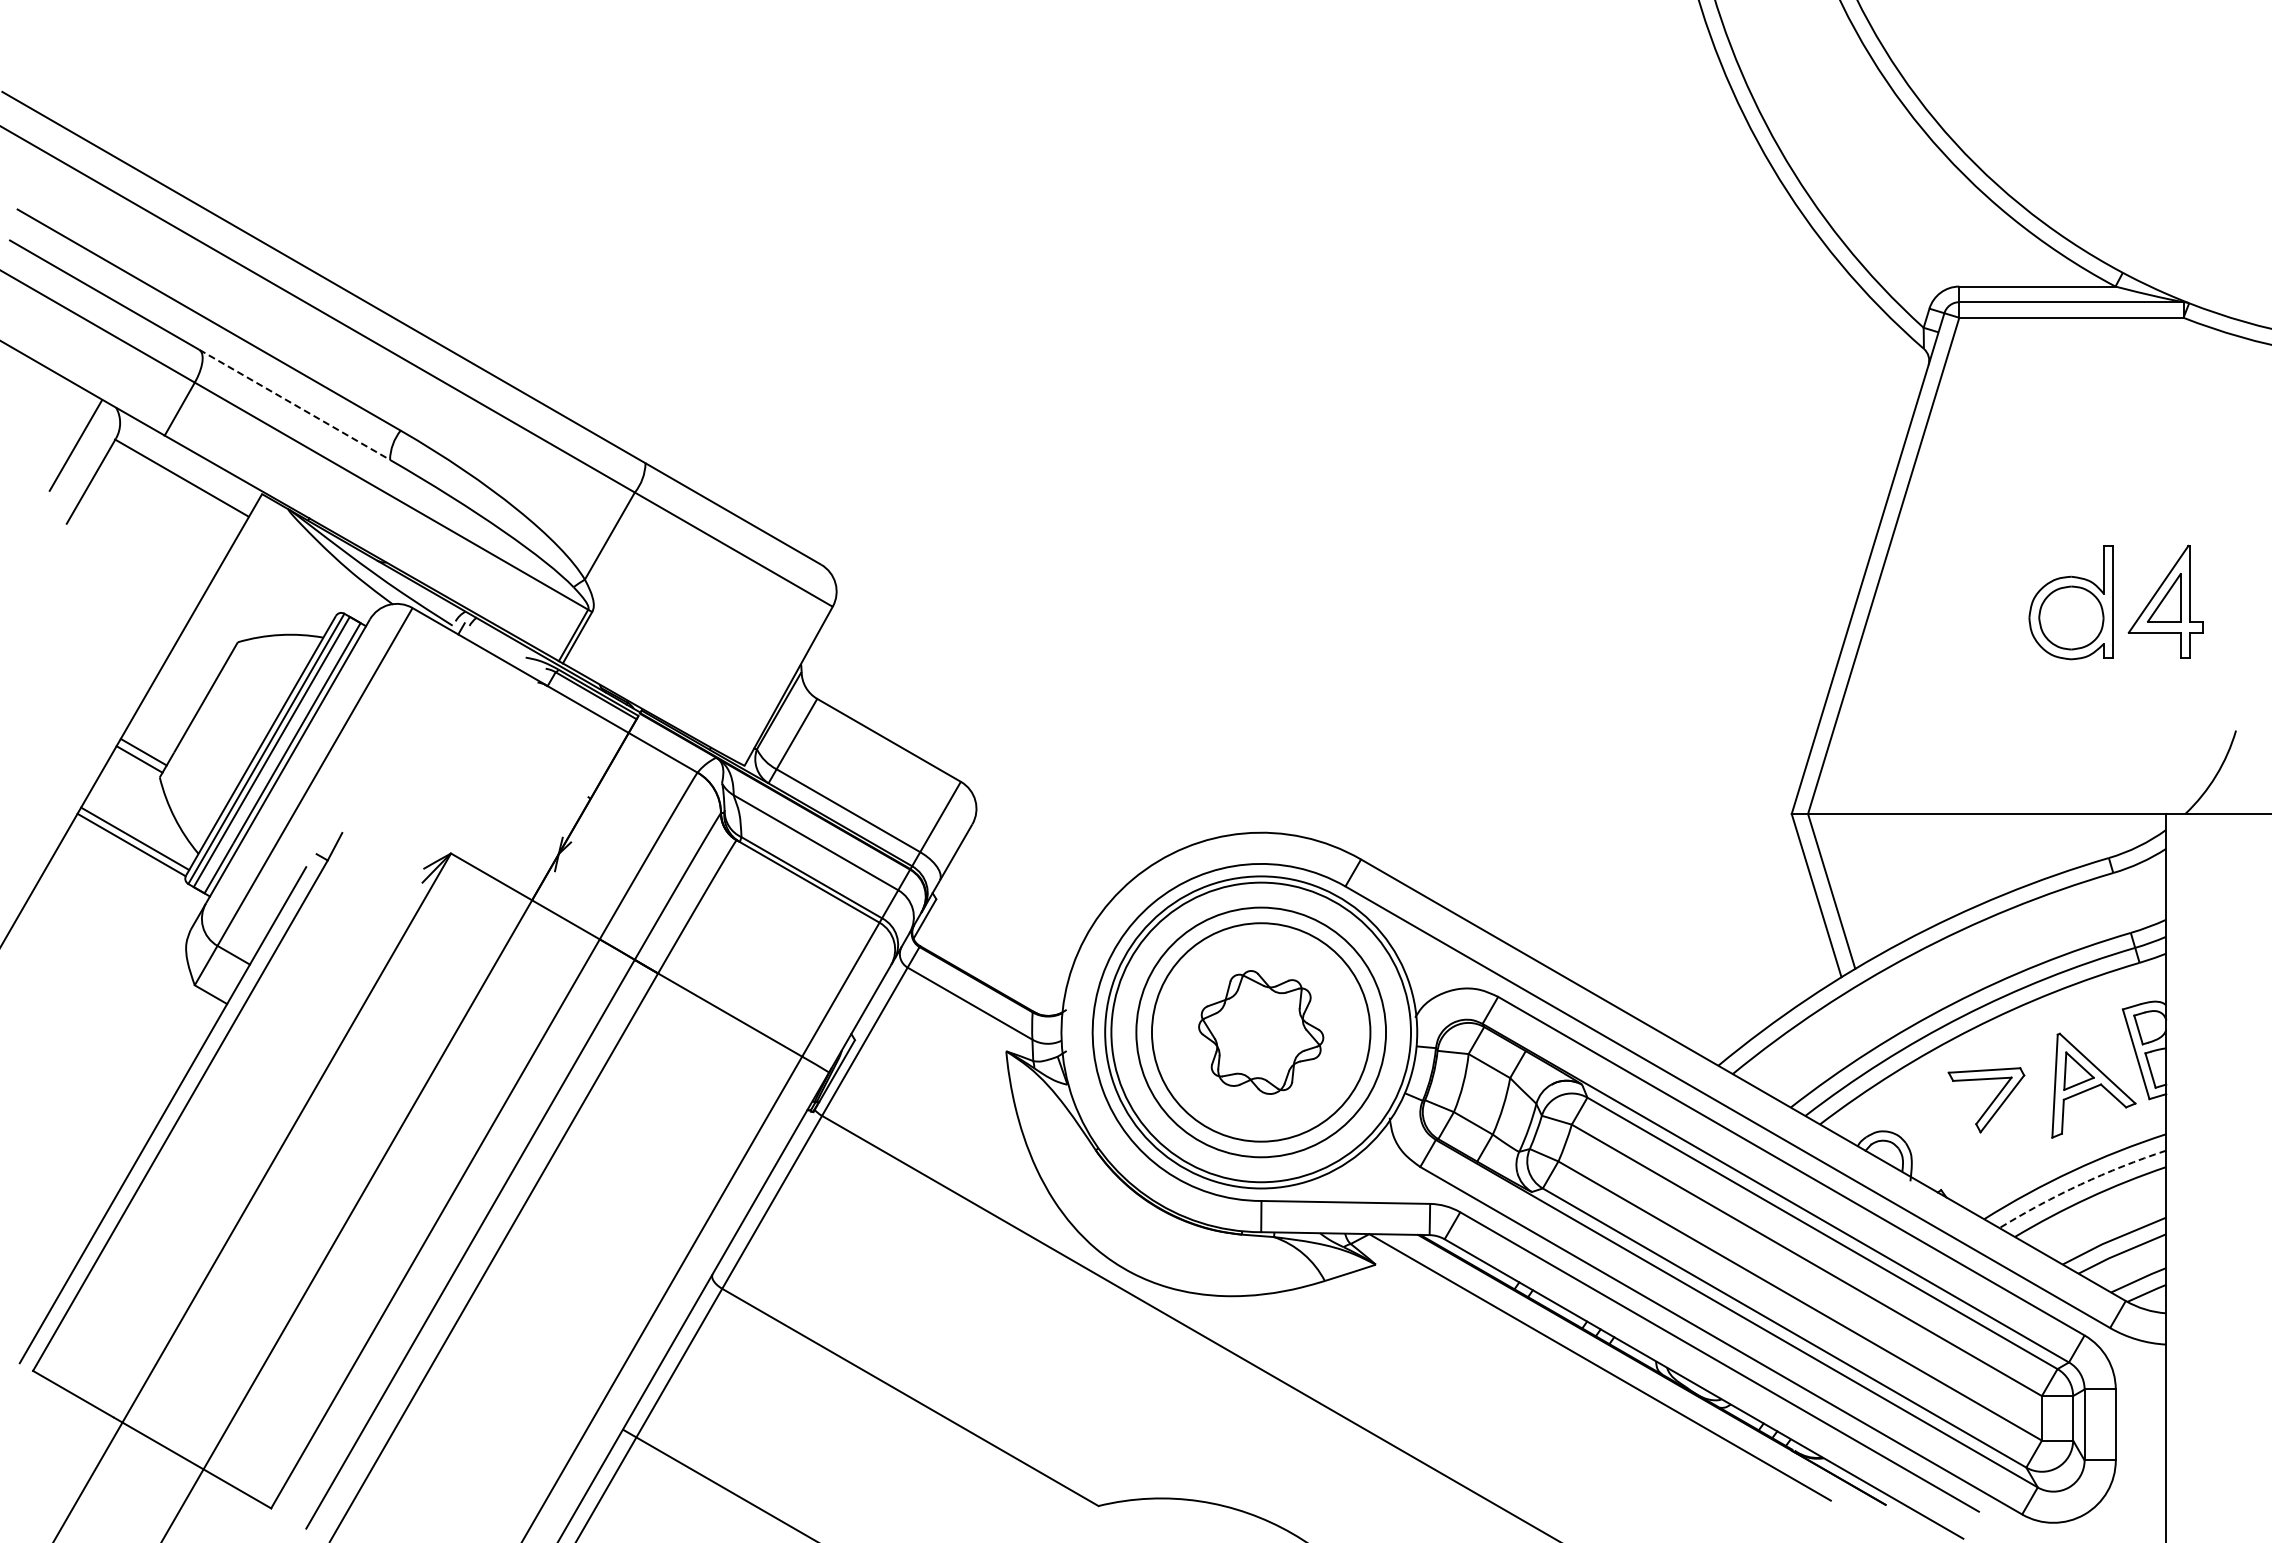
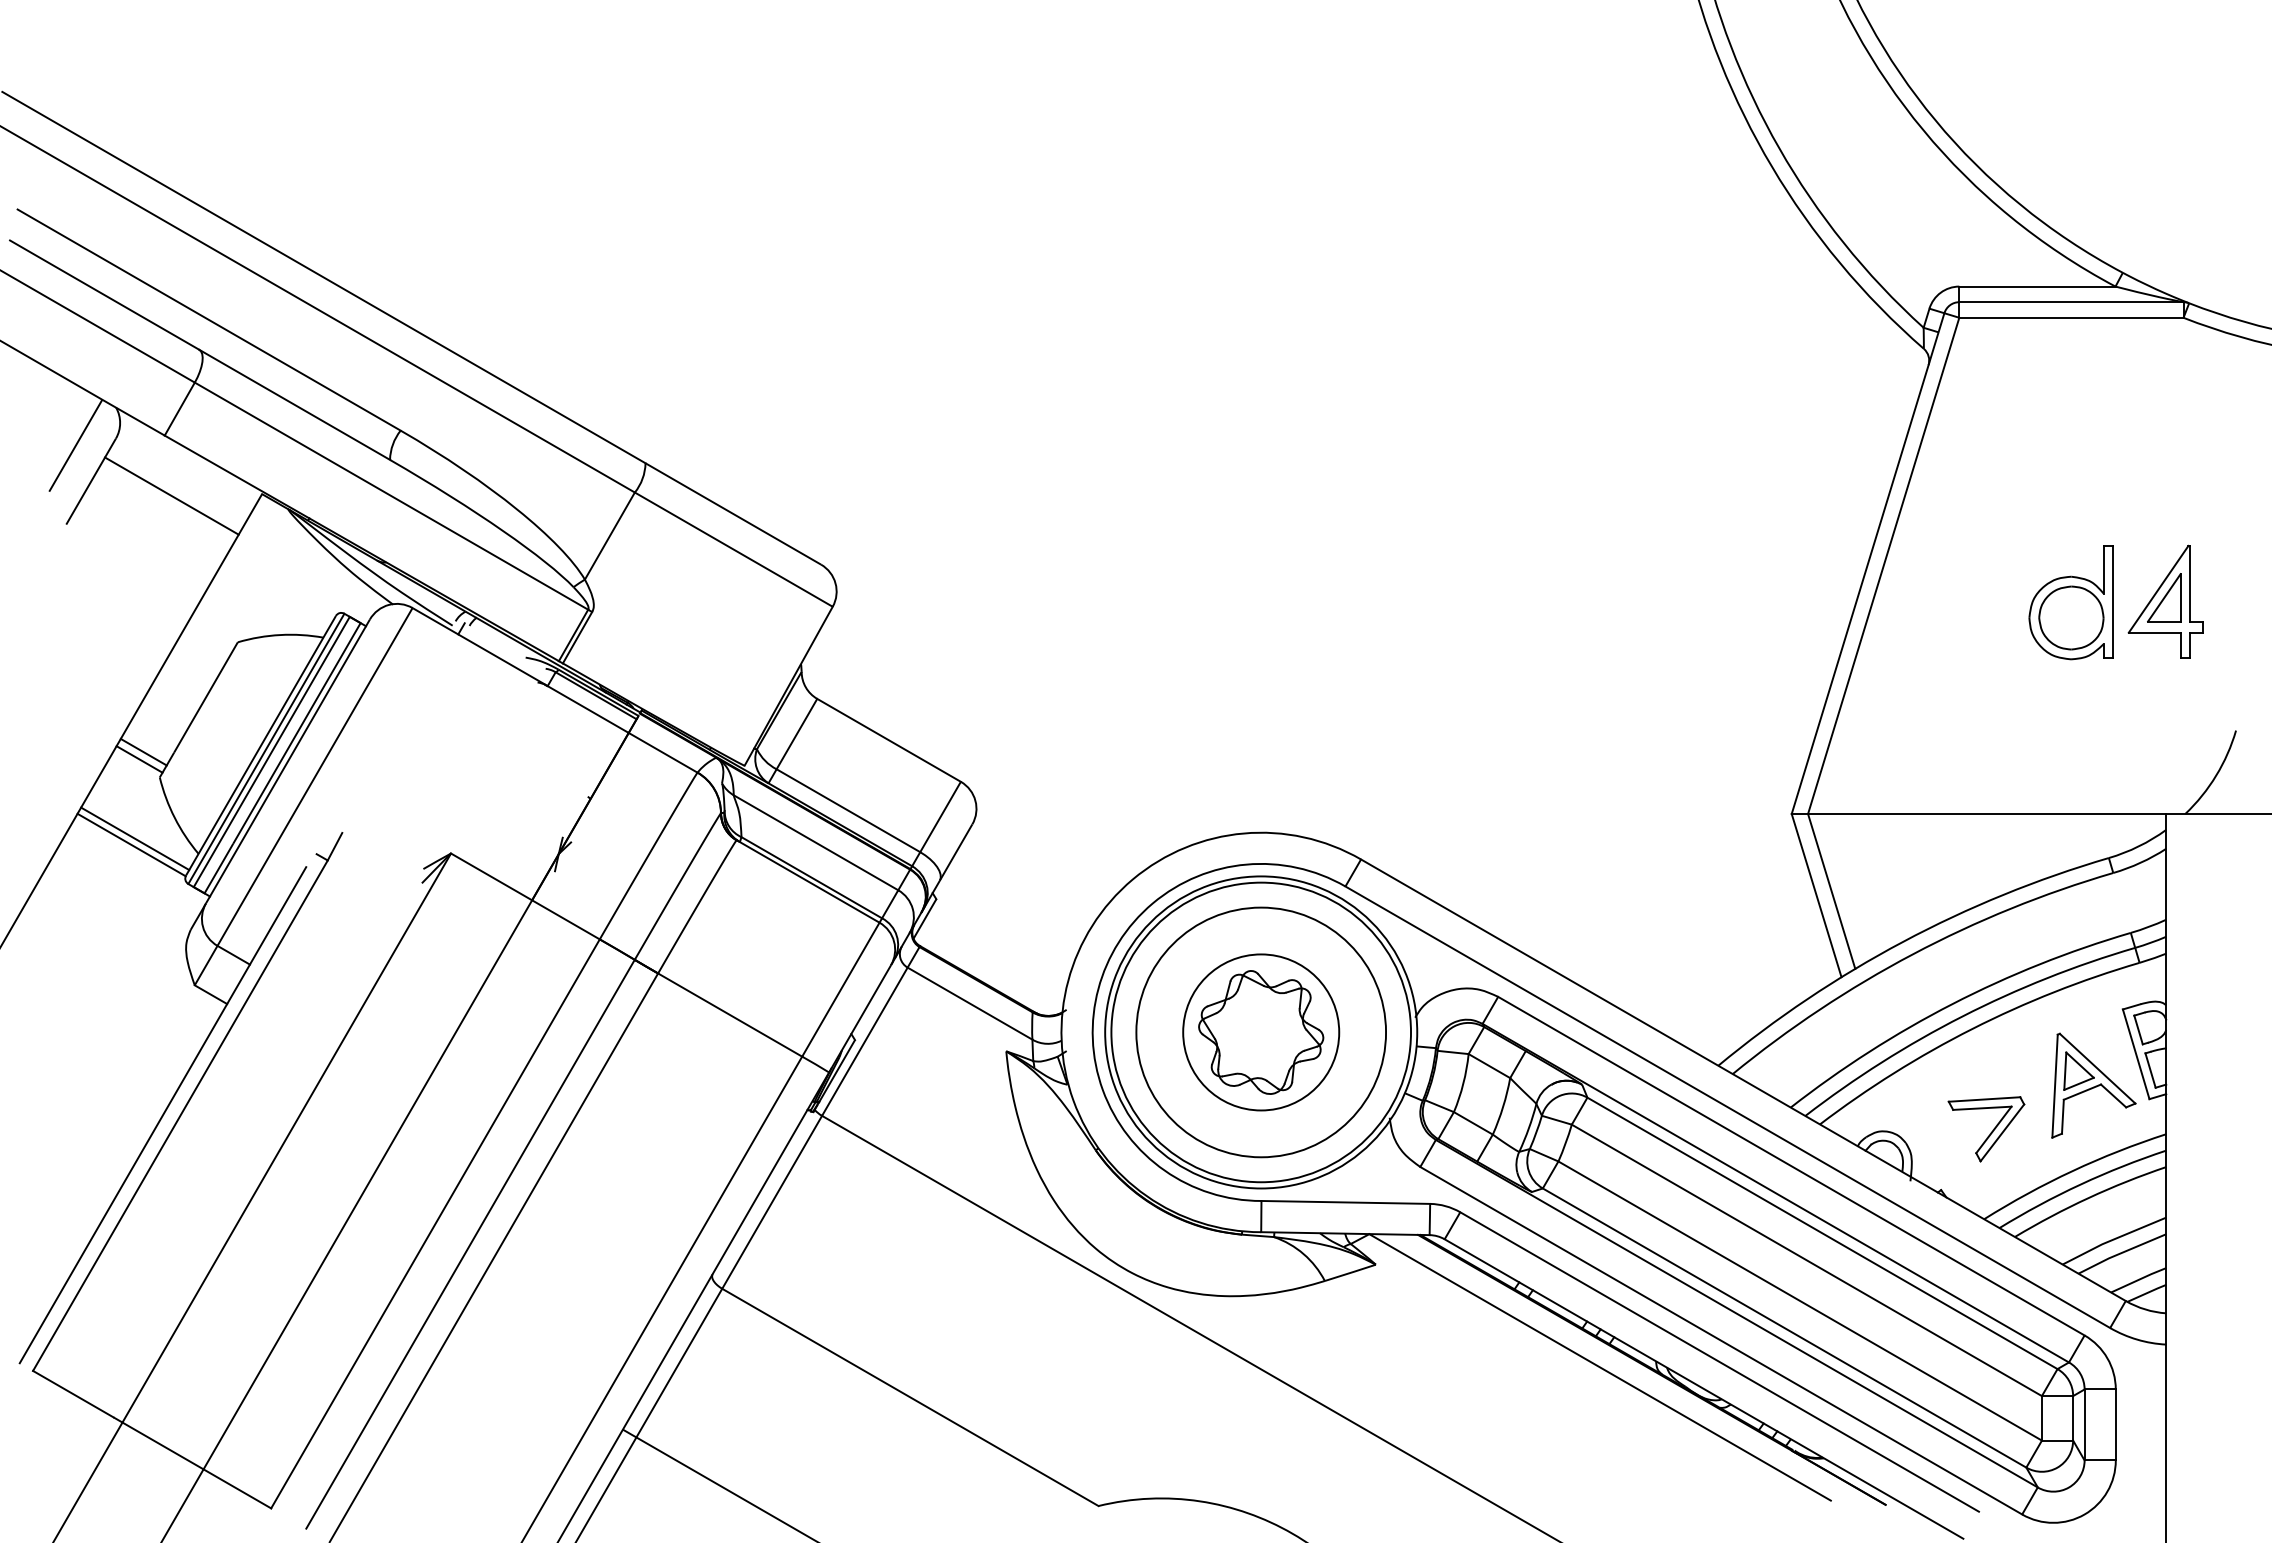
line at (295, 405): dashed -> solid
line at (181, 477) position: (181, 477) -> (171, 495)
circle at (1260, 1032) diameter: 218 px -> 156 px
part at (1986, 1100) position: (1986, 1100) -> (1986, 1129)
arc at (2080, 1184): dashed -> solid
